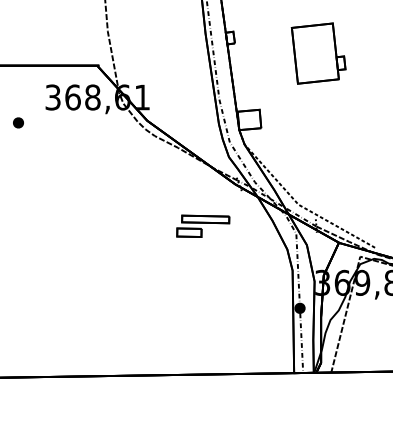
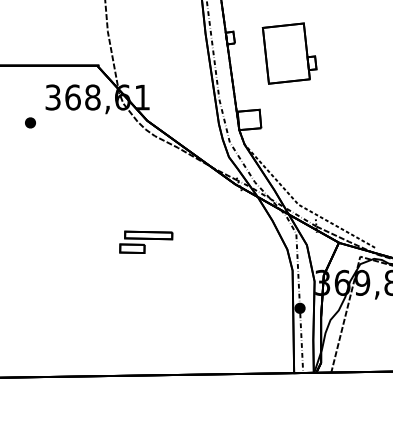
part at (318, 53) position: (318, 53) -> (289, 53)
part at (18, 122) position: (18, 122) -> (30, 122)
part at (203, 225) position: (203, 225) -> (146, 241)
